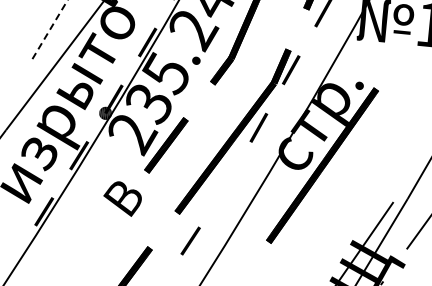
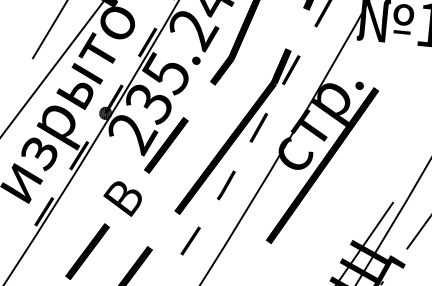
line at (50, 29): dashed -> solid
line at (225, 185): none -> present
part at (87, 251): none -> present
